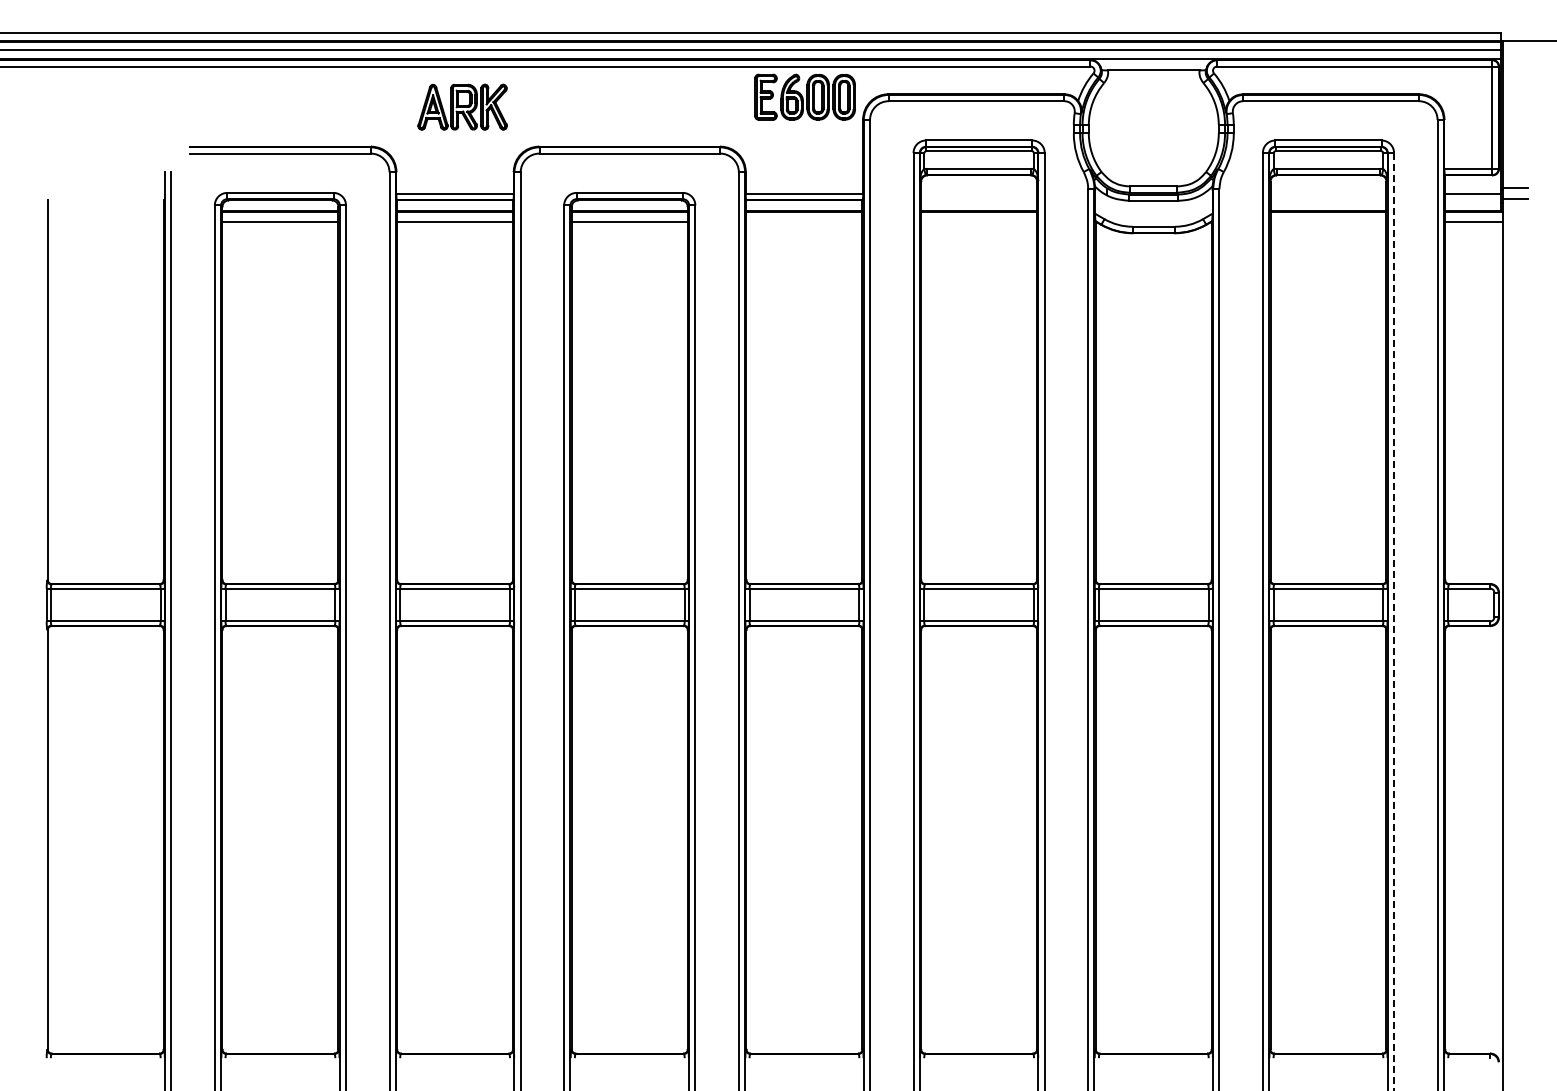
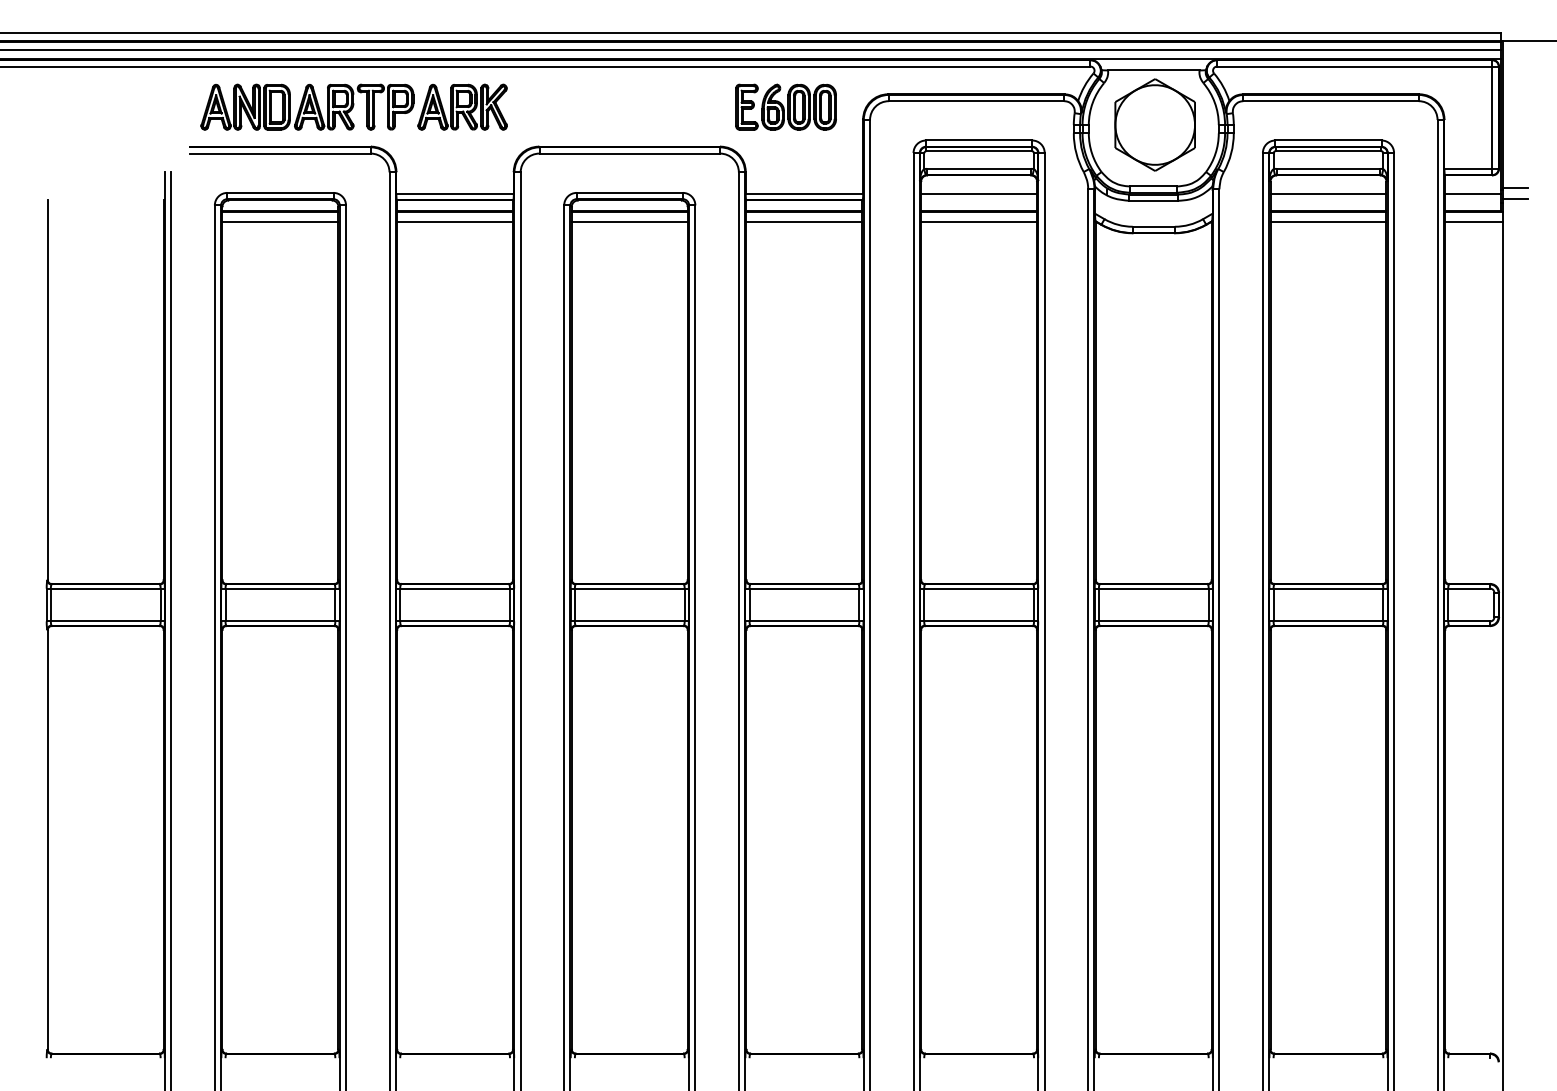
part at (804, 96) position: (804, 96) -> (785, 106)
part at (307, 106): none -> present
part at (1154, 124): none -> present
line at (979, 194): none -> present
line at (1328, 194): none -> present
line at (804, 221): none -> present
line at (979, 221): none -> present
line at (1328, 221): none -> present
line at (1394, 621): dashed -> solid
